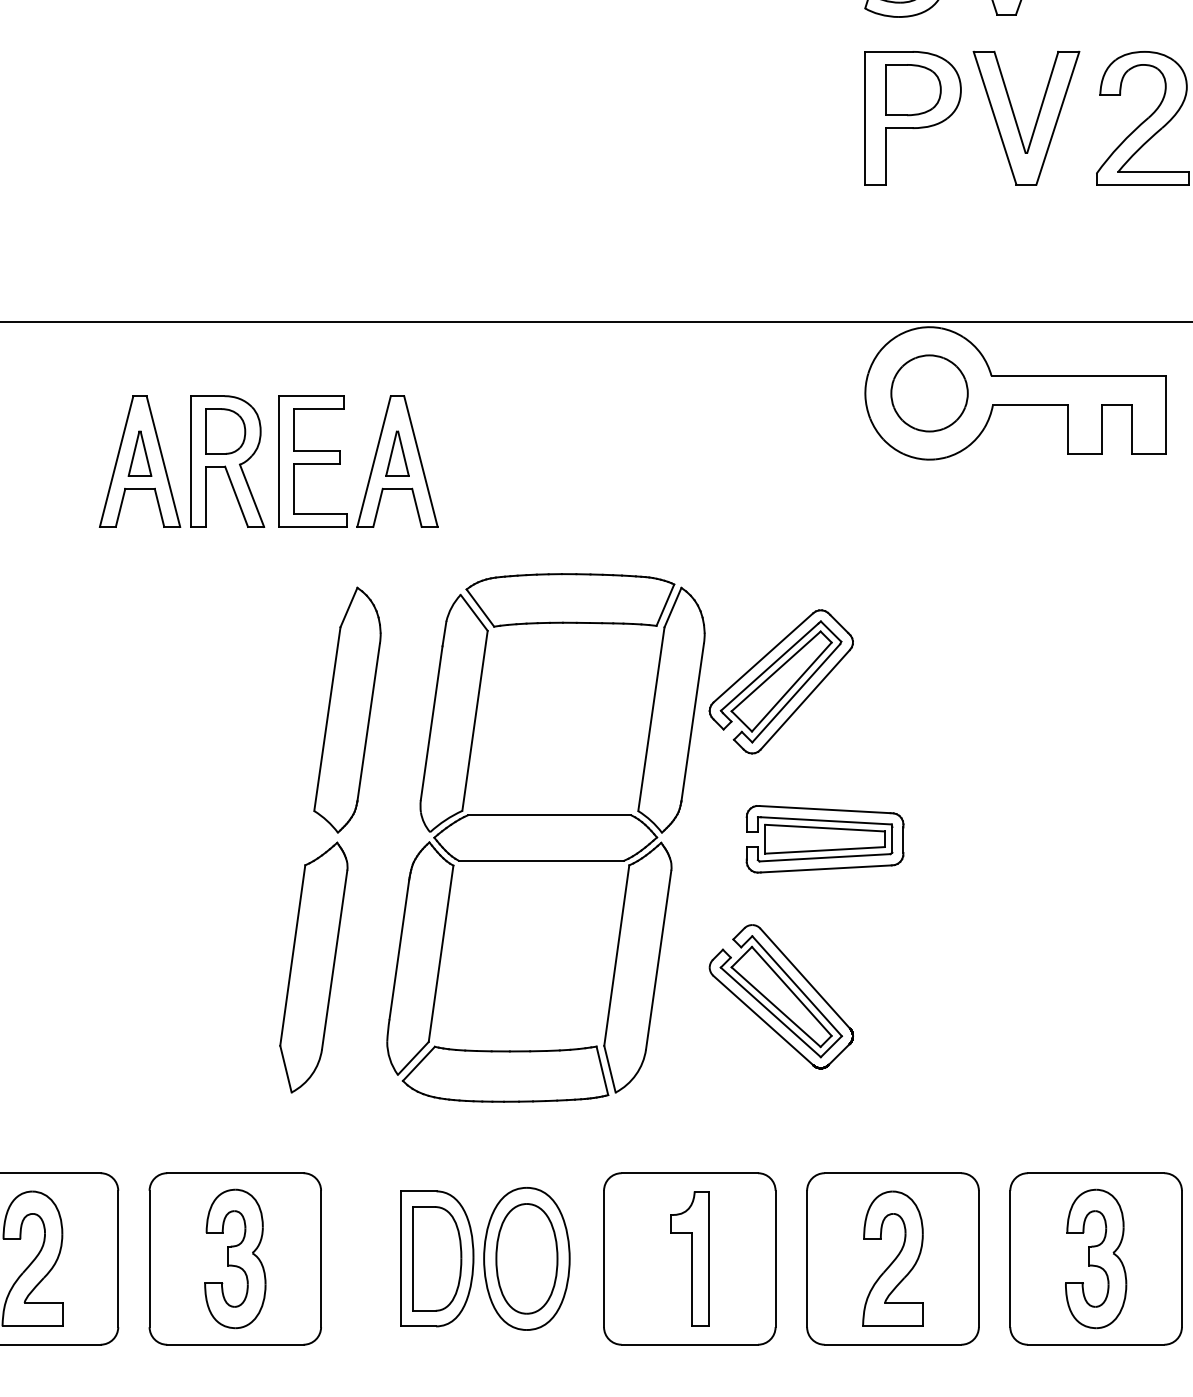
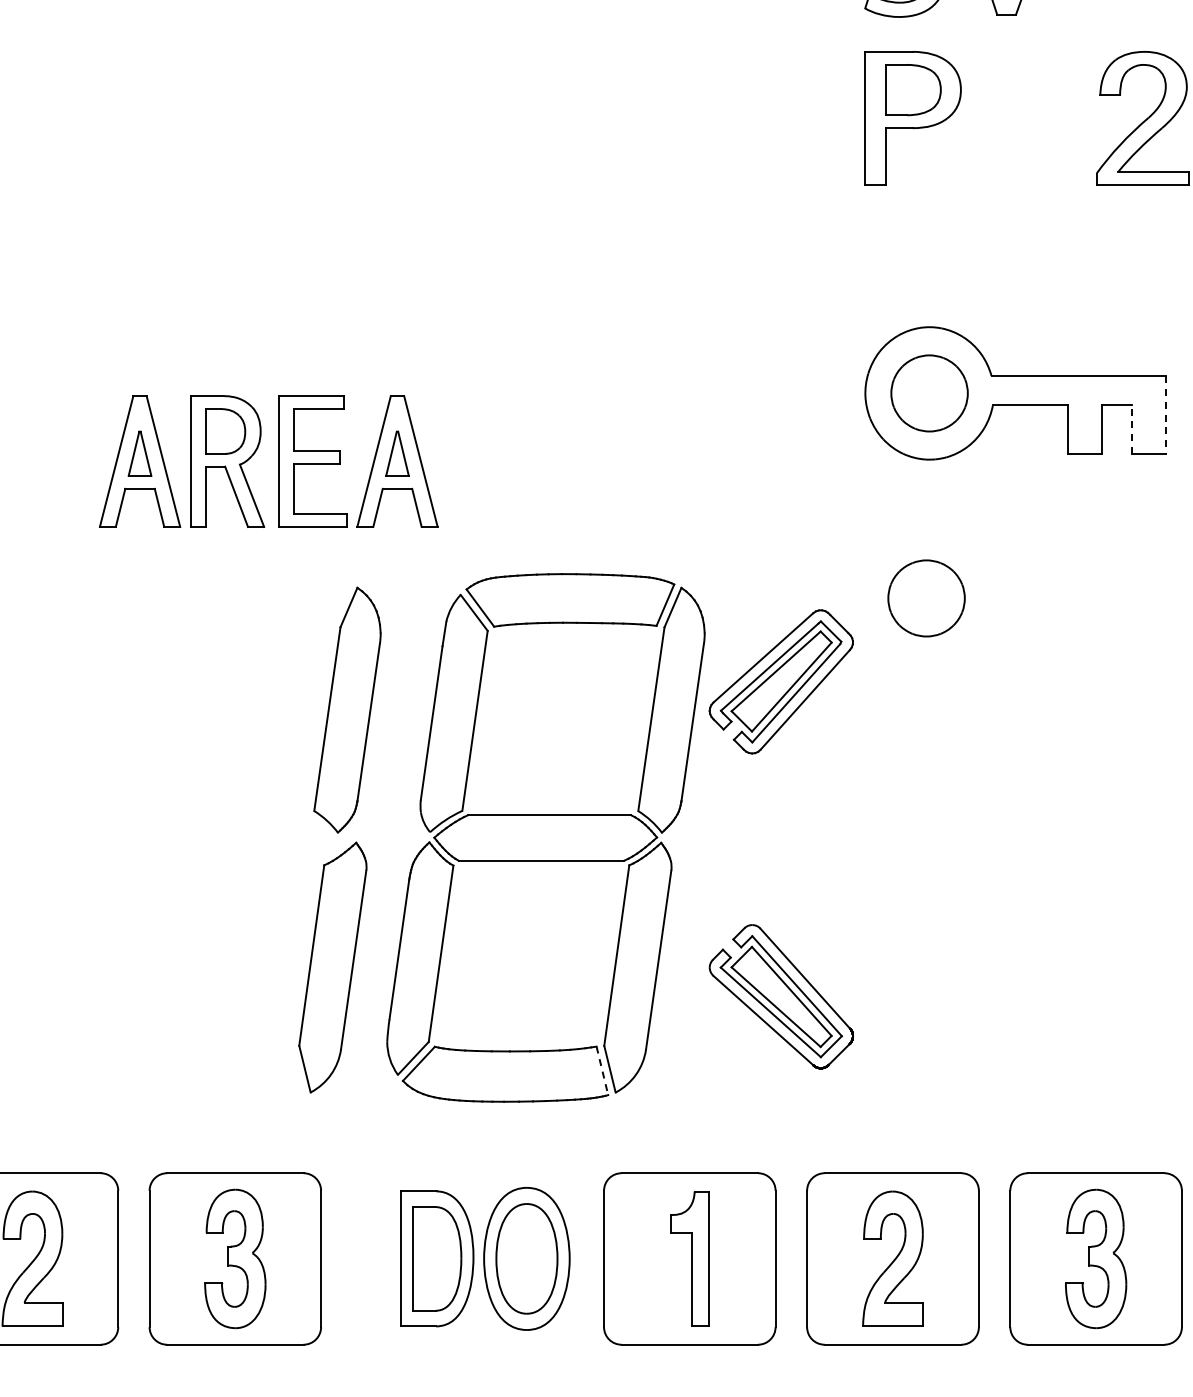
part at (1036, 118): present -> none
line at (595, 321): present -> none
line at (1165, 415): solid -> dashed
line at (1131, 429): solid -> dashed
part at (926, 598): none -> present
part at (824, 839): present -> none
part at (313, 967) position: (313, 967) -> (332, 967)
line at (602, 1070): solid -> dashed
